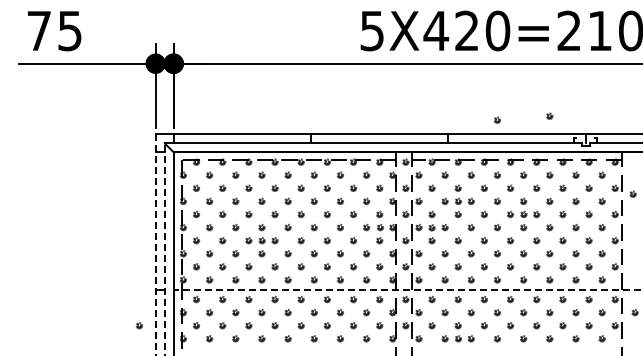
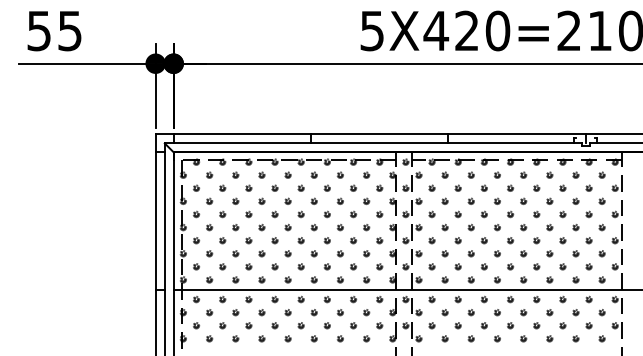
text at (38, 31): 75 -> 55
part at (549, 115): present -> none
part at (497, 119): present -> none
part at (632, 193): present -> none
part at (457, 200): present -> none
part at (523, 214): present -> none
part at (379, 227): present -> none
part at (431, 227): present -> none
part at (261, 240): present -> none
line at (155, 245): dashed -> solid
line at (164, 249): dashed -> solid
line at (407, 289): dashed -> solid
part at (634, 312): present -> none
part at (139, 325): present -> none
part at (458, 338): present -> none
